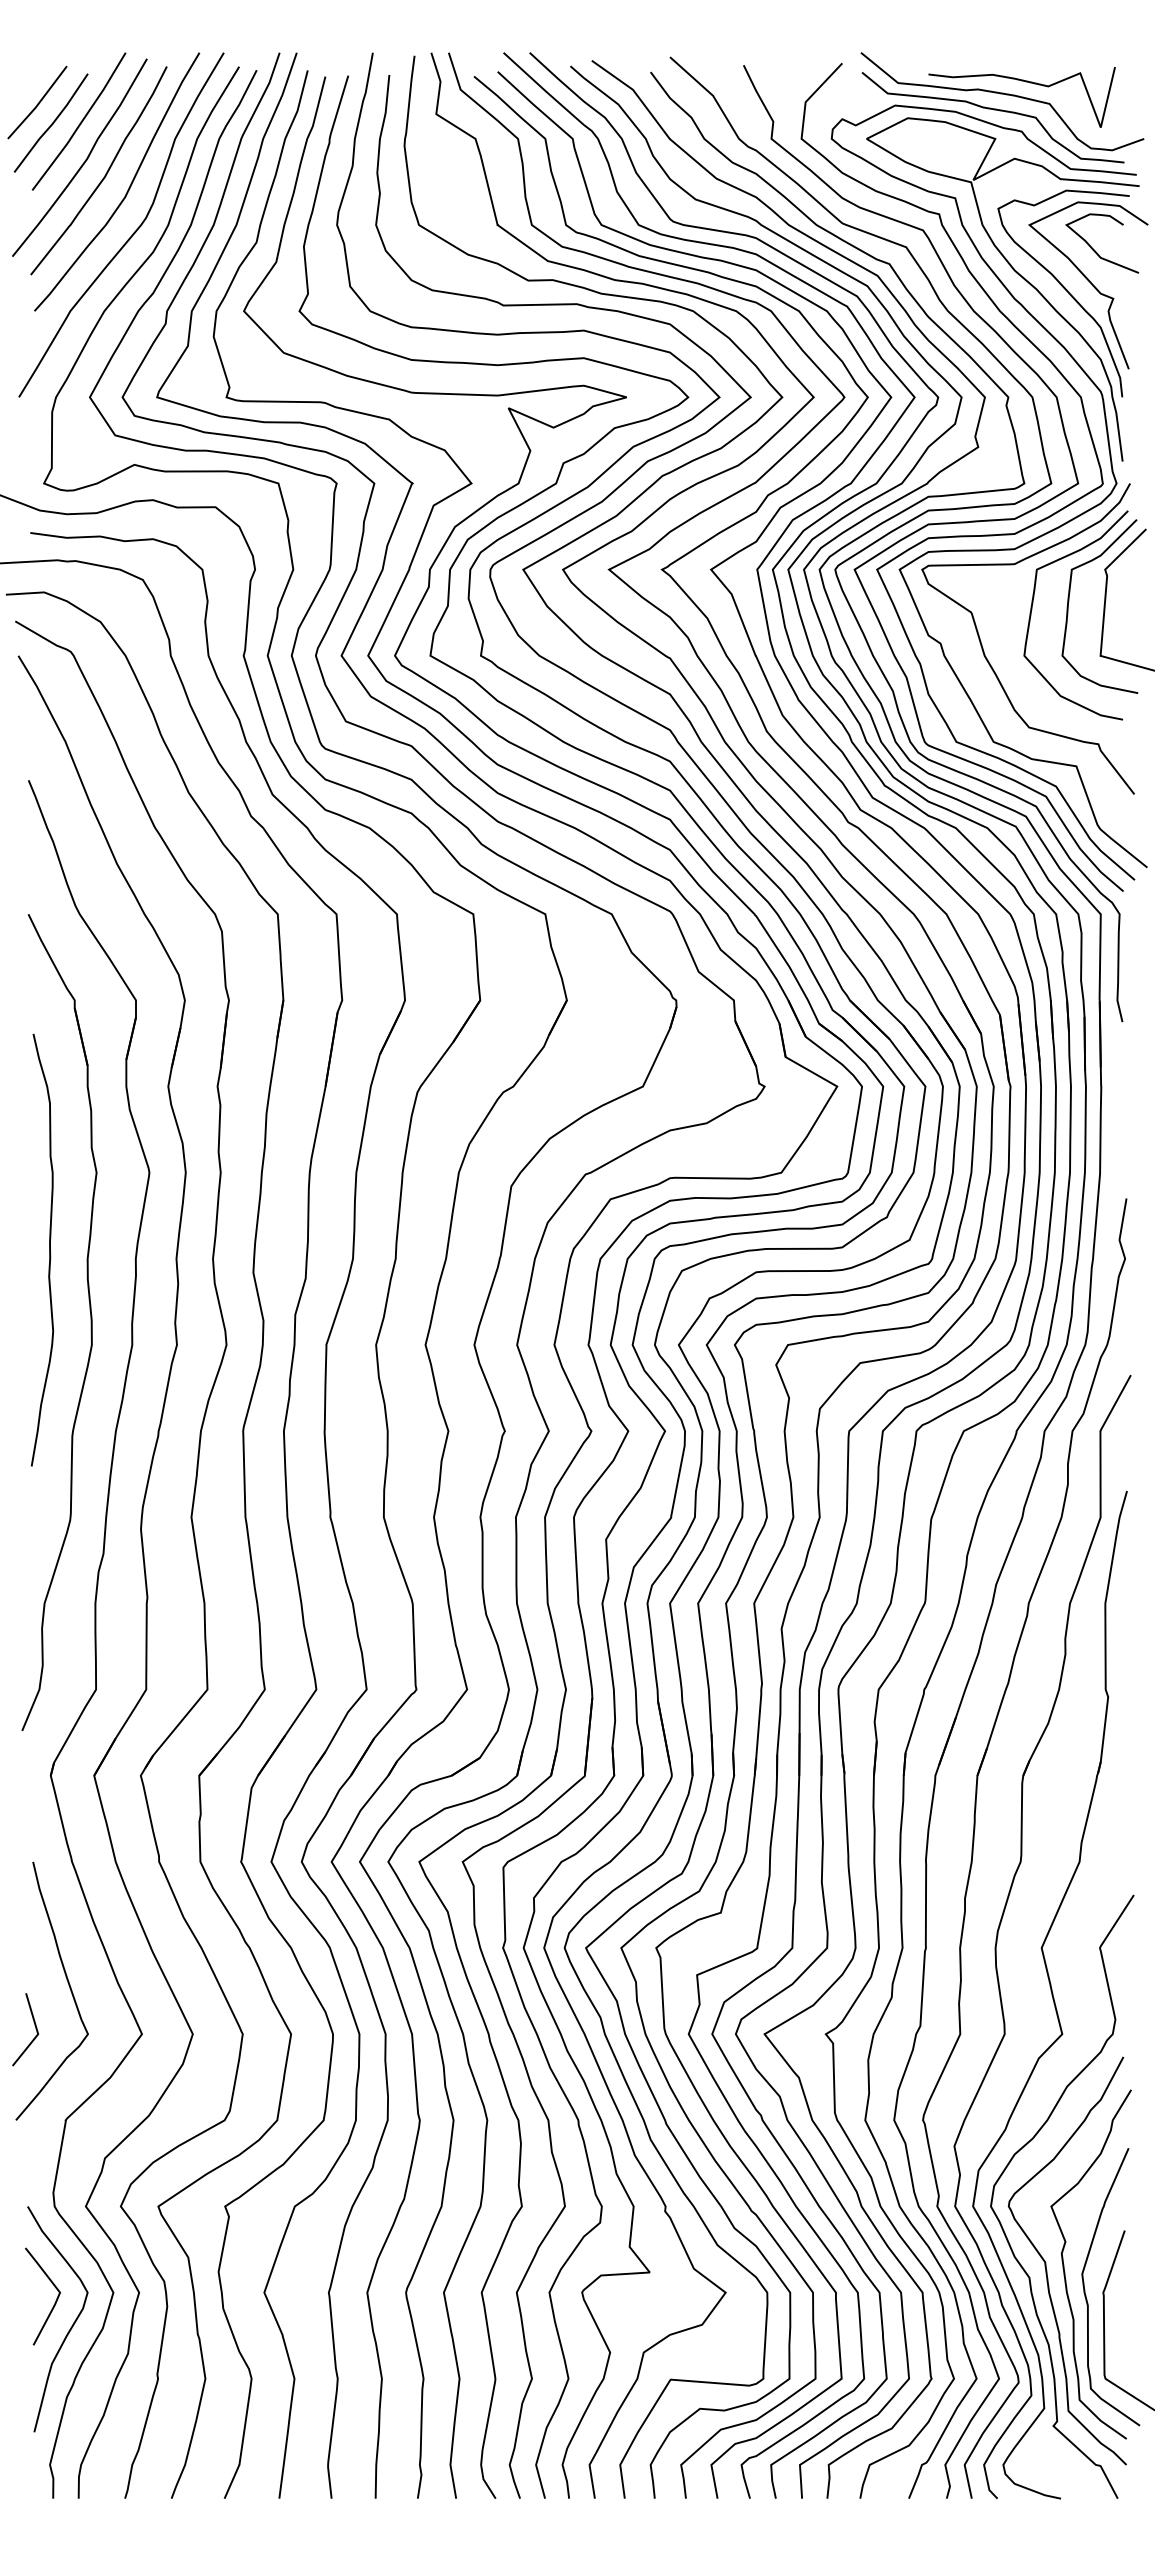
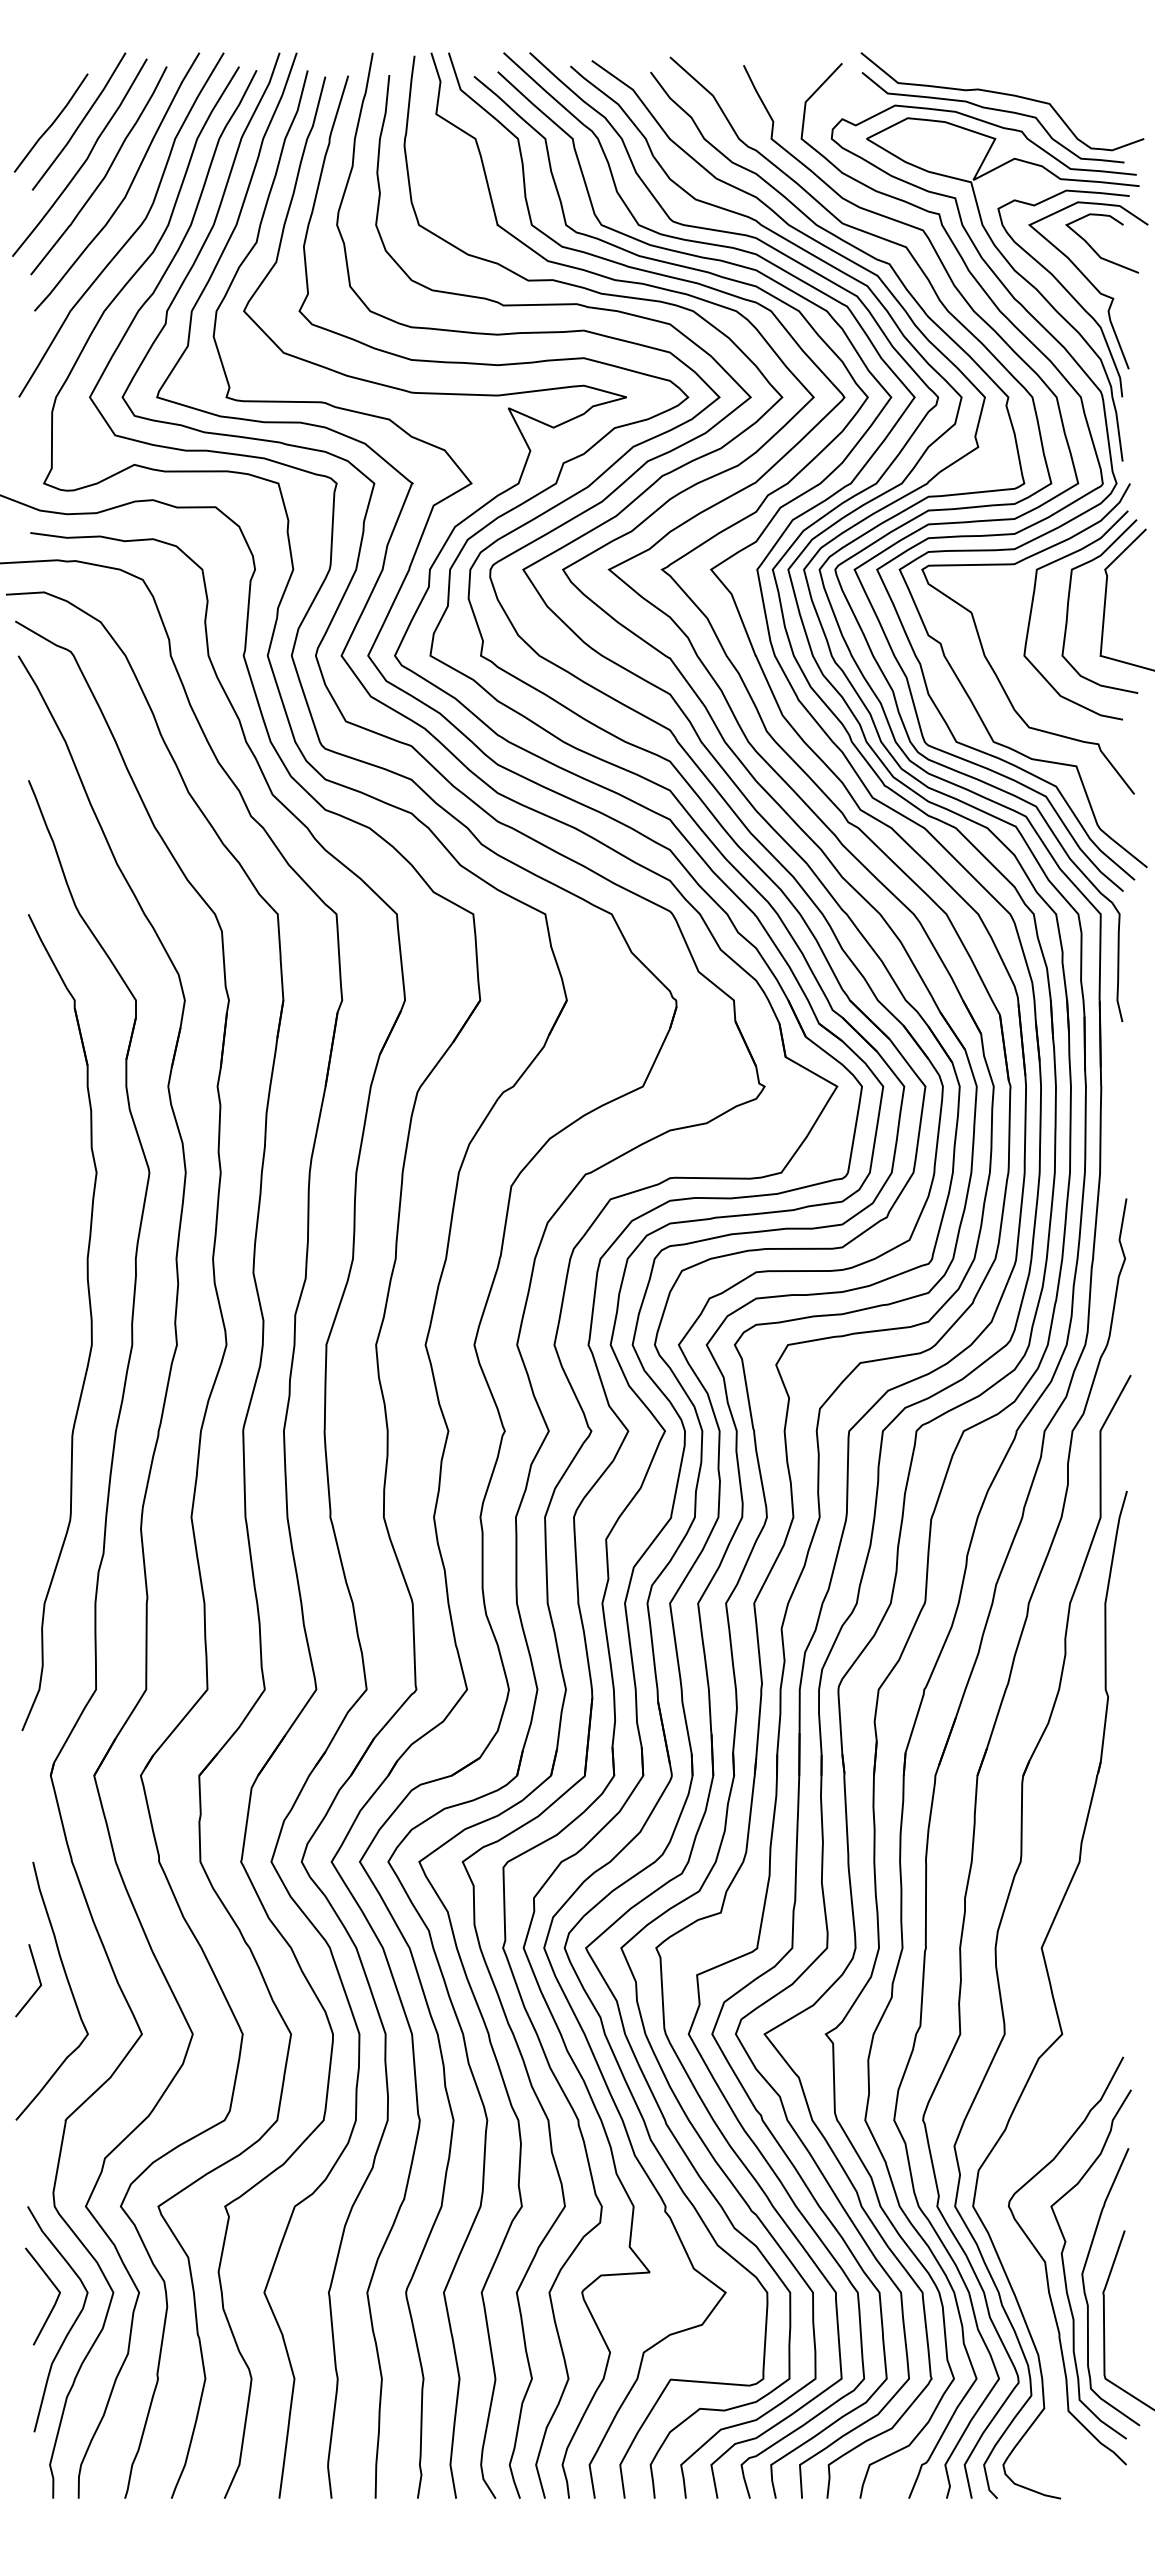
curve at (1025, 82): present -> none
line at (38, 102): present -> none
curve at (49, 1250): present -> none
line at (34, 2025) position: (34, 2025) -> (37, 1976)
curve at (1011, 2161): present -> none
